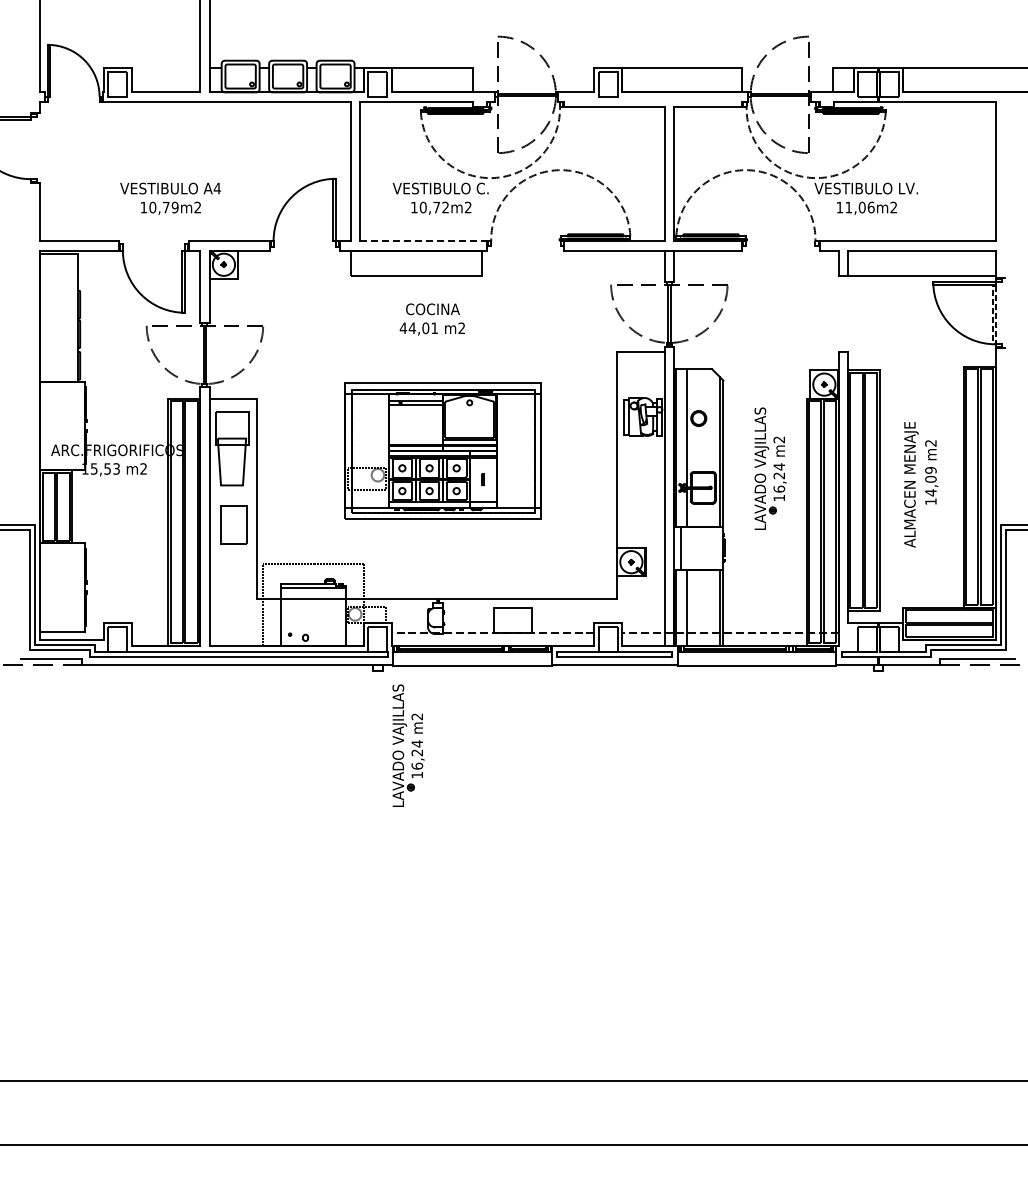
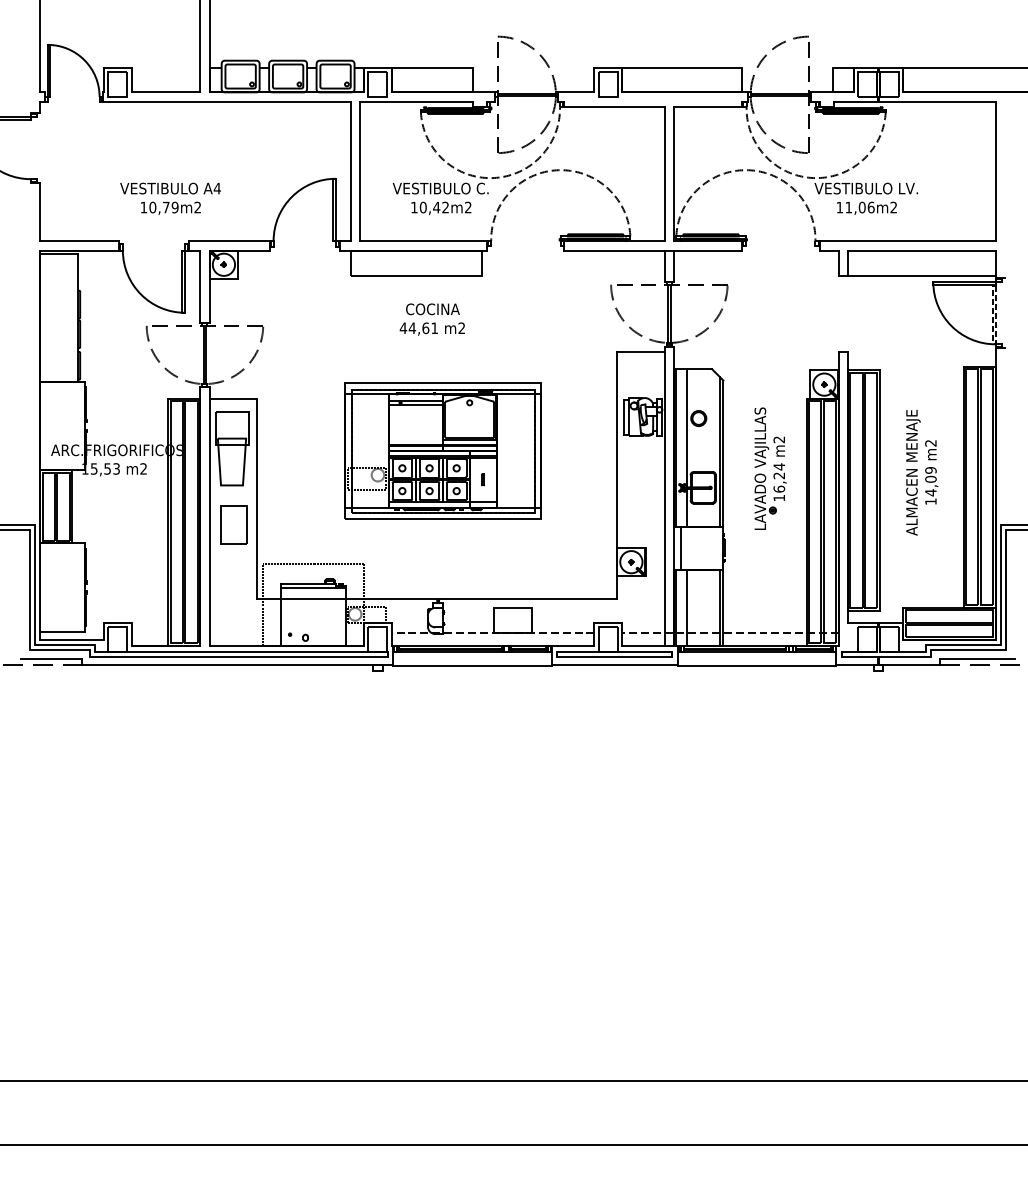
text at (436, 207): 10,72m2 -> 10,42m2
line at (424, 241): dashed -> solid
text at (425, 327): 44,01 -> 44,61
text at (911, 484) position: (911, 484) -> (913, 472)
part at (408, 745): present -> none
